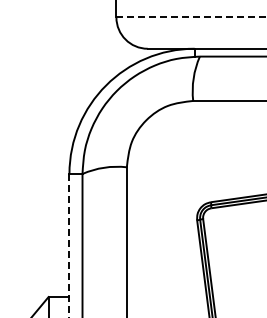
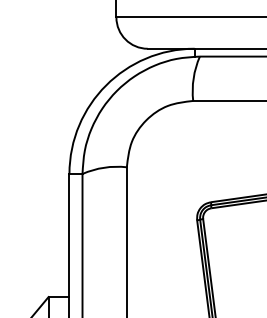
line at (191, 17): dashed -> solid
line at (69, 245): dashed -> solid
